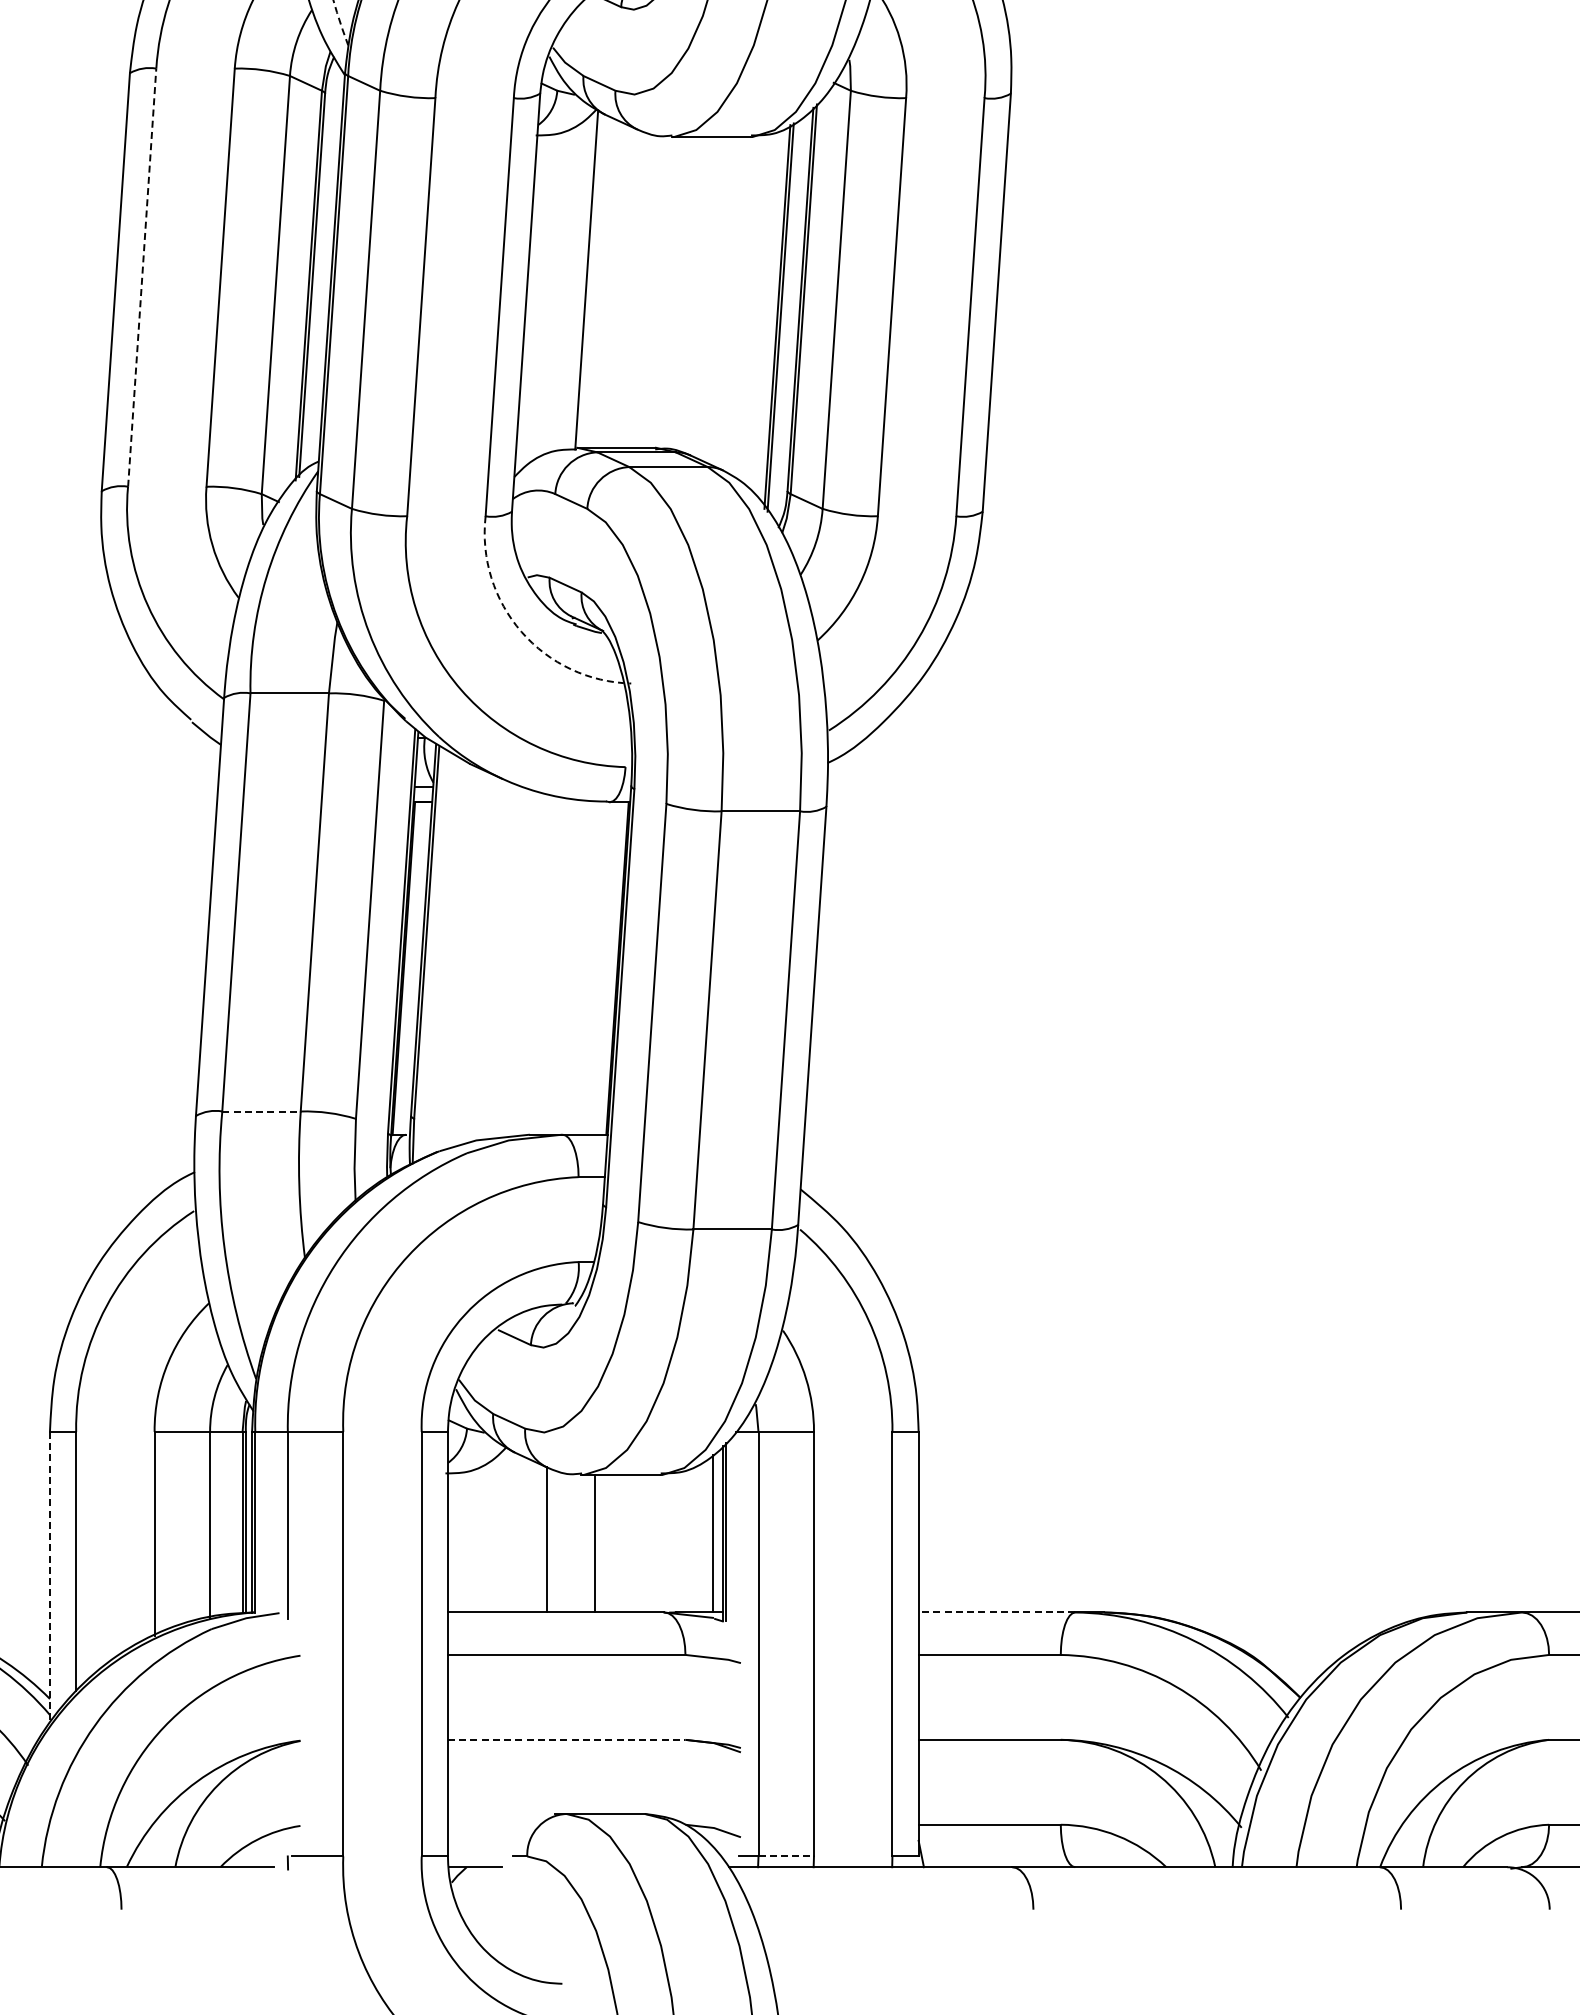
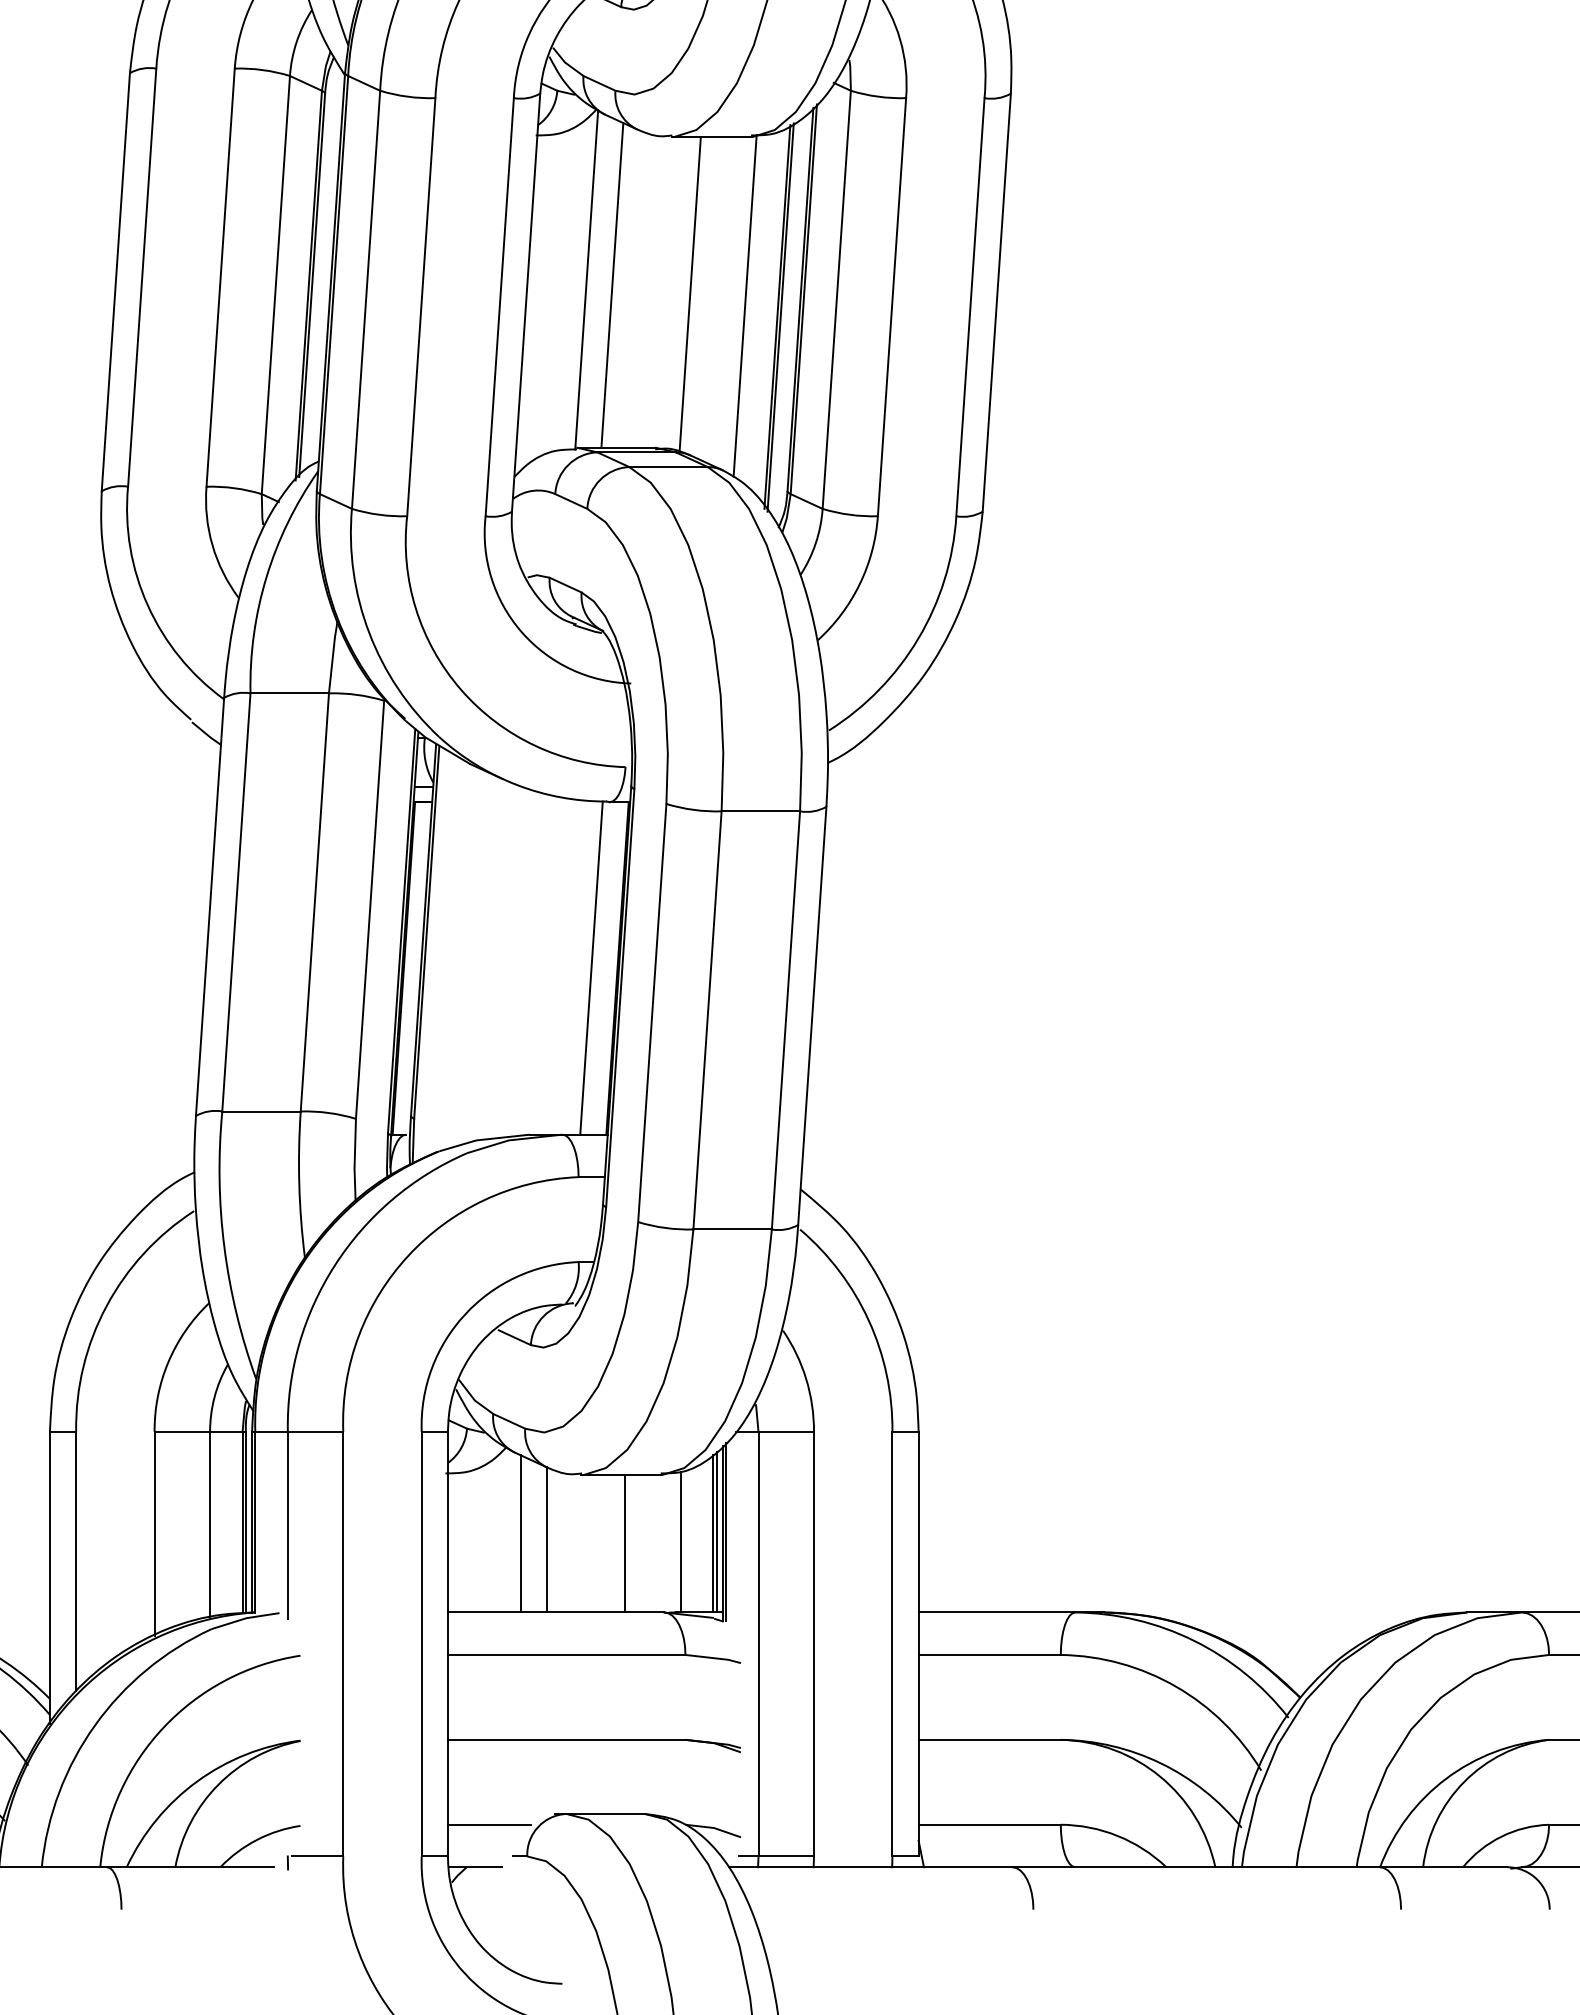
arc at (340, 23): dashed -> solid
line at (142, 277): dashed -> solid
line at (612, 285): none -> present
line at (689, 294): none -> present
line at (744, 305): none -> present
arc at (521, 631): dashed -> solid
line at (591, 967): none -> present
line at (262, 1111): dashed -> solid
line at (716, 1532): none -> present
line at (520, 1533): none -> present
line at (680, 1542): none -> present
line at (595, 1543) position: (595, 1543) -> (625, 1543)
line at (49, 1578): dashed -> solid
line at (996, 1612): dashed -> solid
line at (566, 1739): dashed -> solid
line at (488, 1824): none -> present
line at (786, 1856): dashed -> solid
